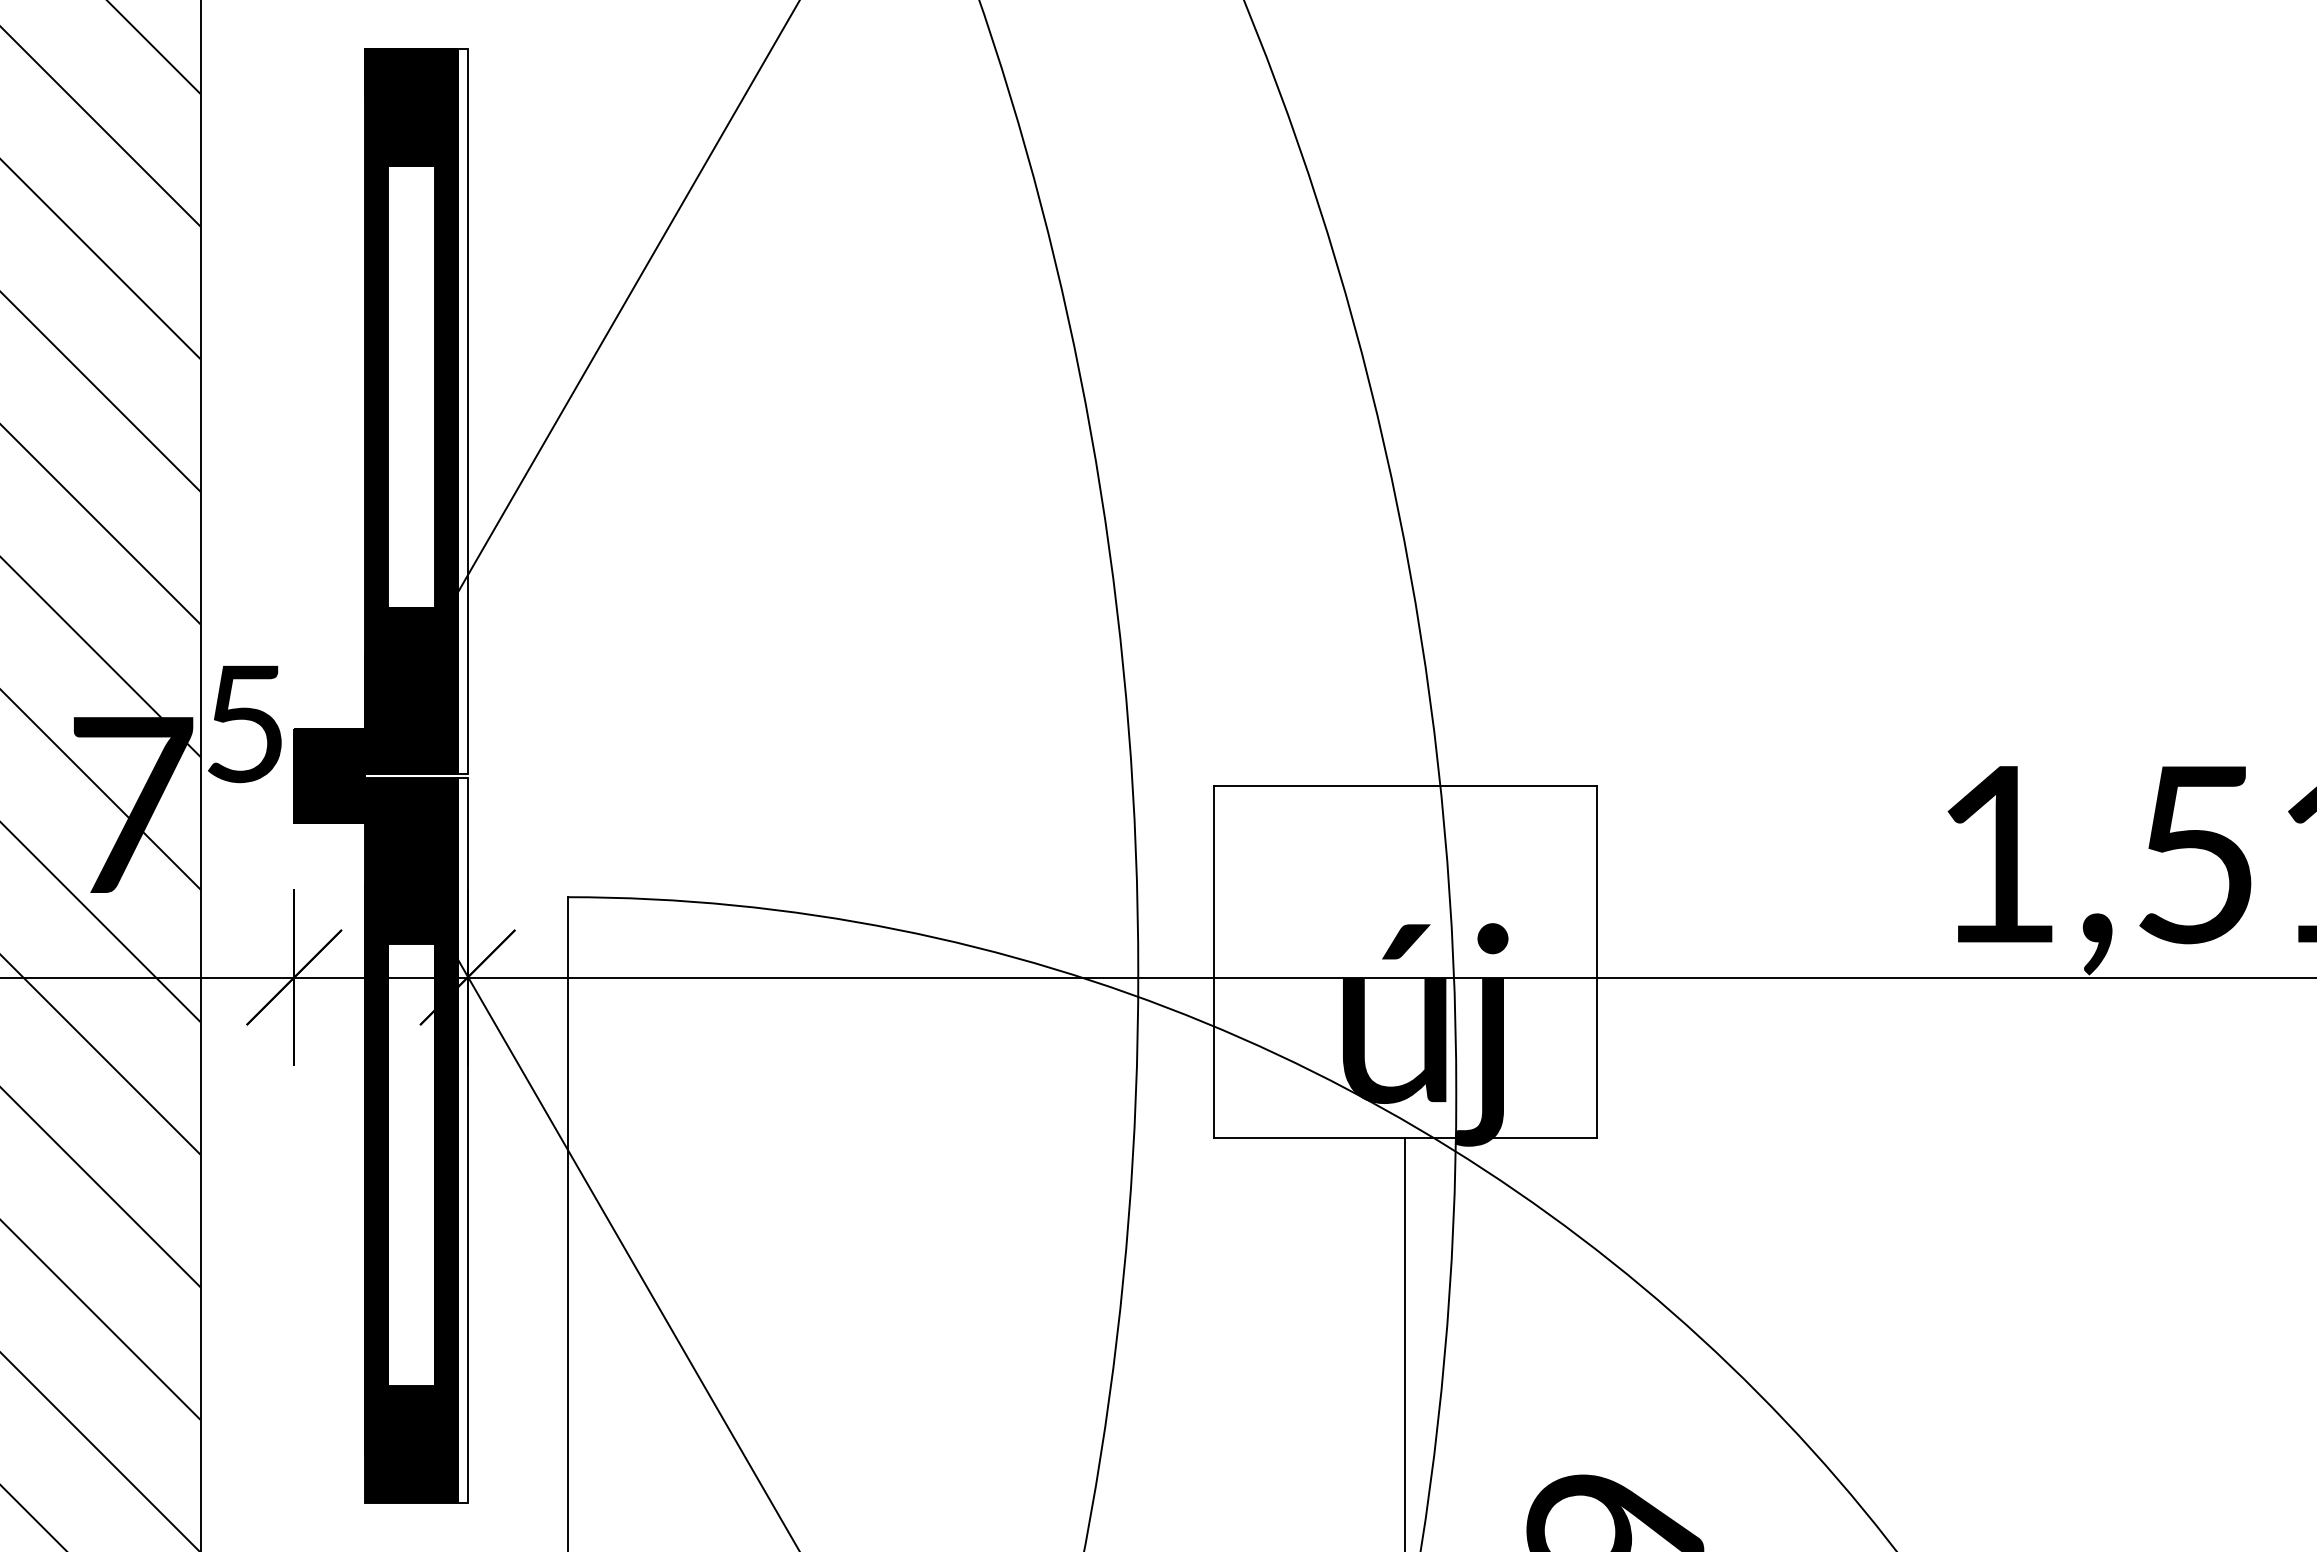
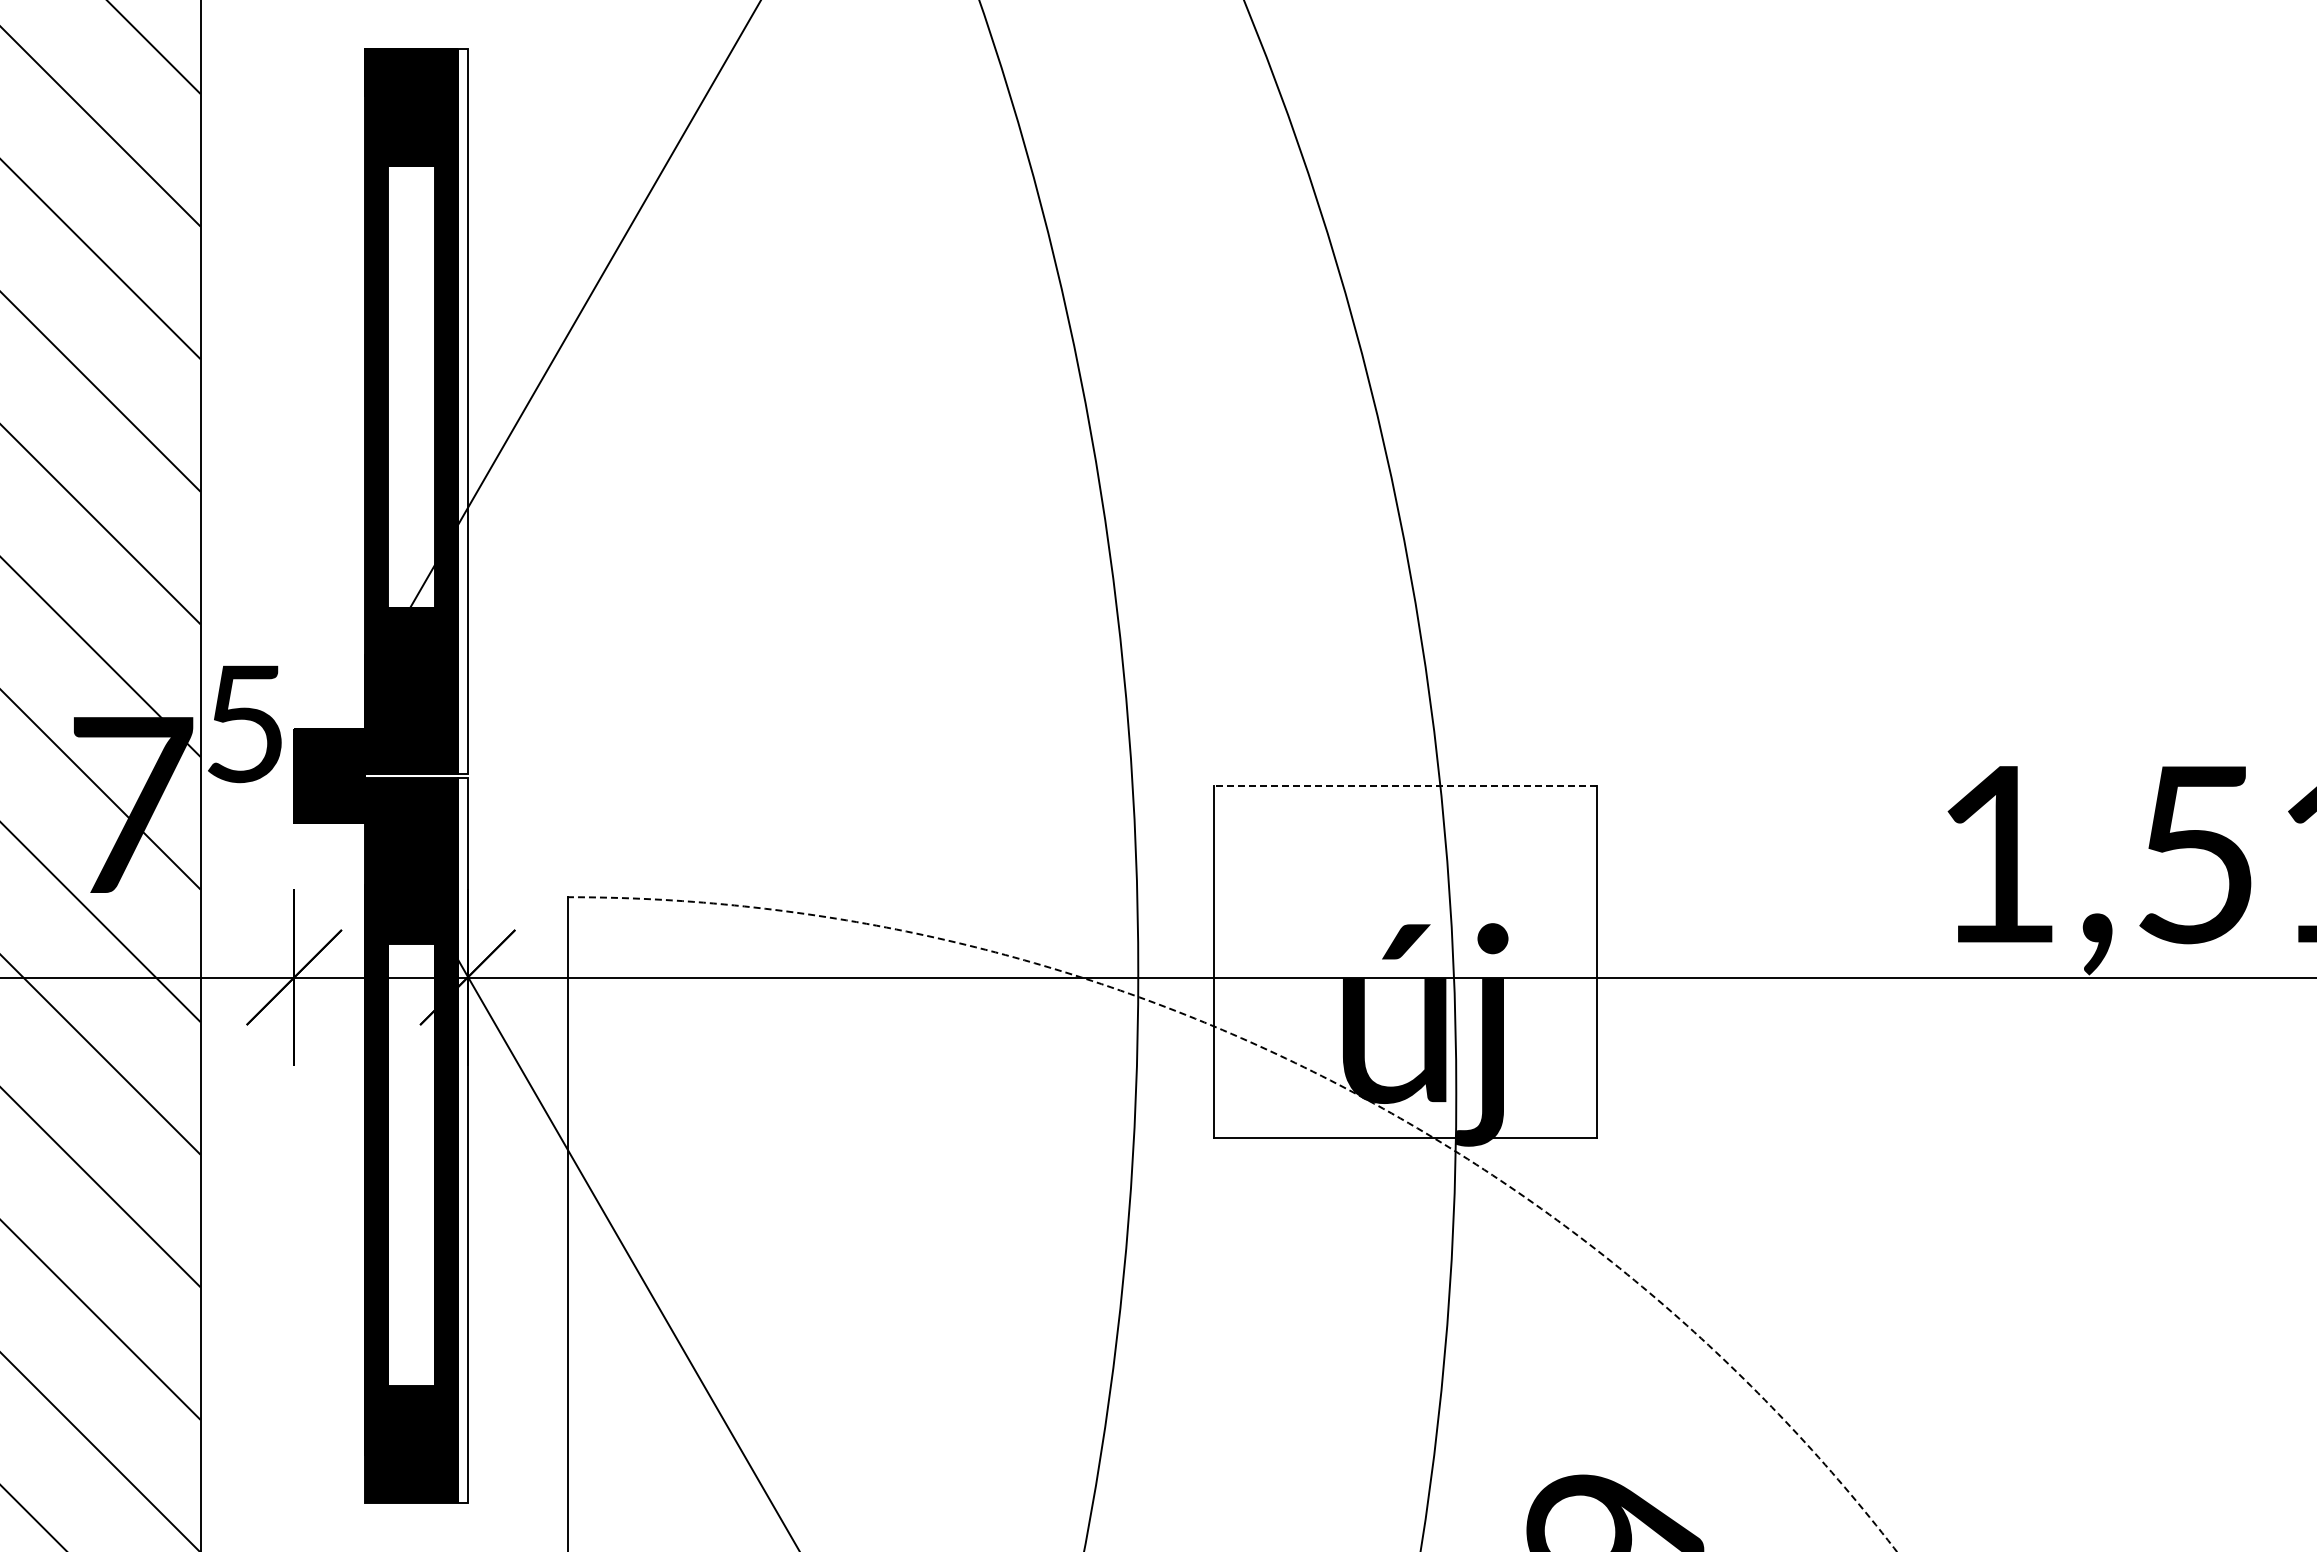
line at (613, 322) position: (613, 322) -> (579, 313)
line at (1404, 786): solid -> dashed
arc at (1310, 1070): solid -> dashed
line at (1405, 1342): present -> none
